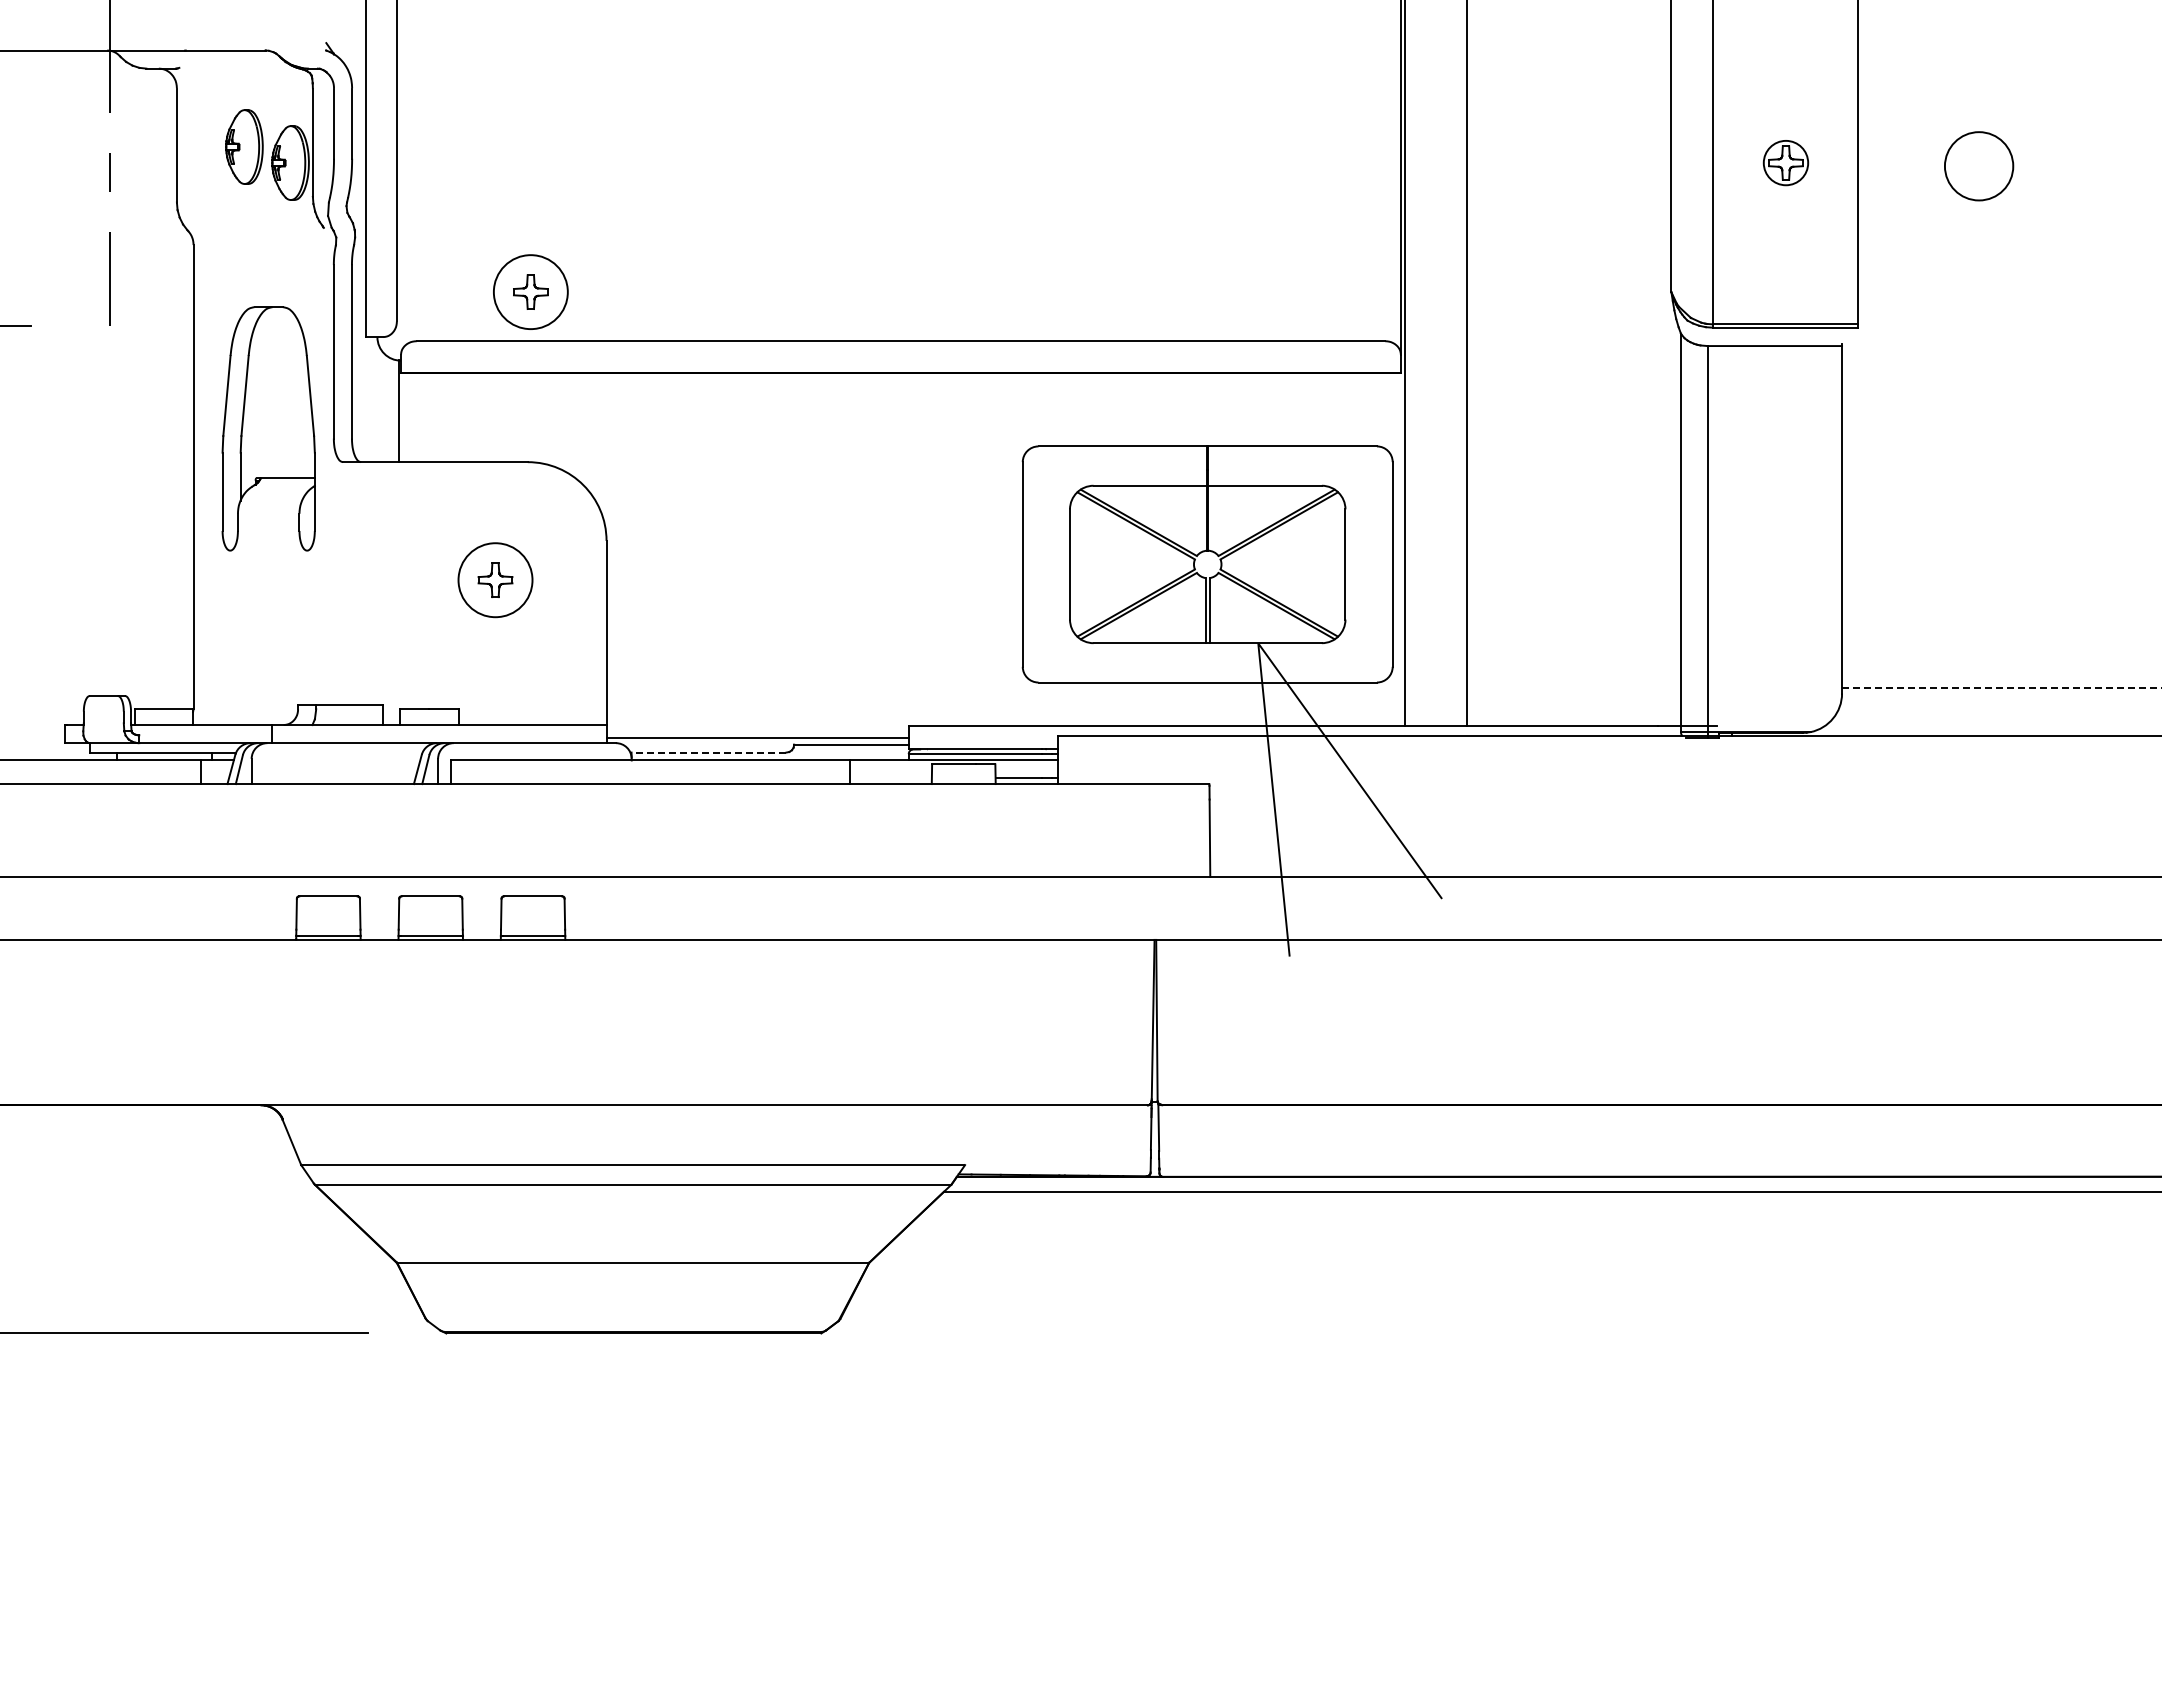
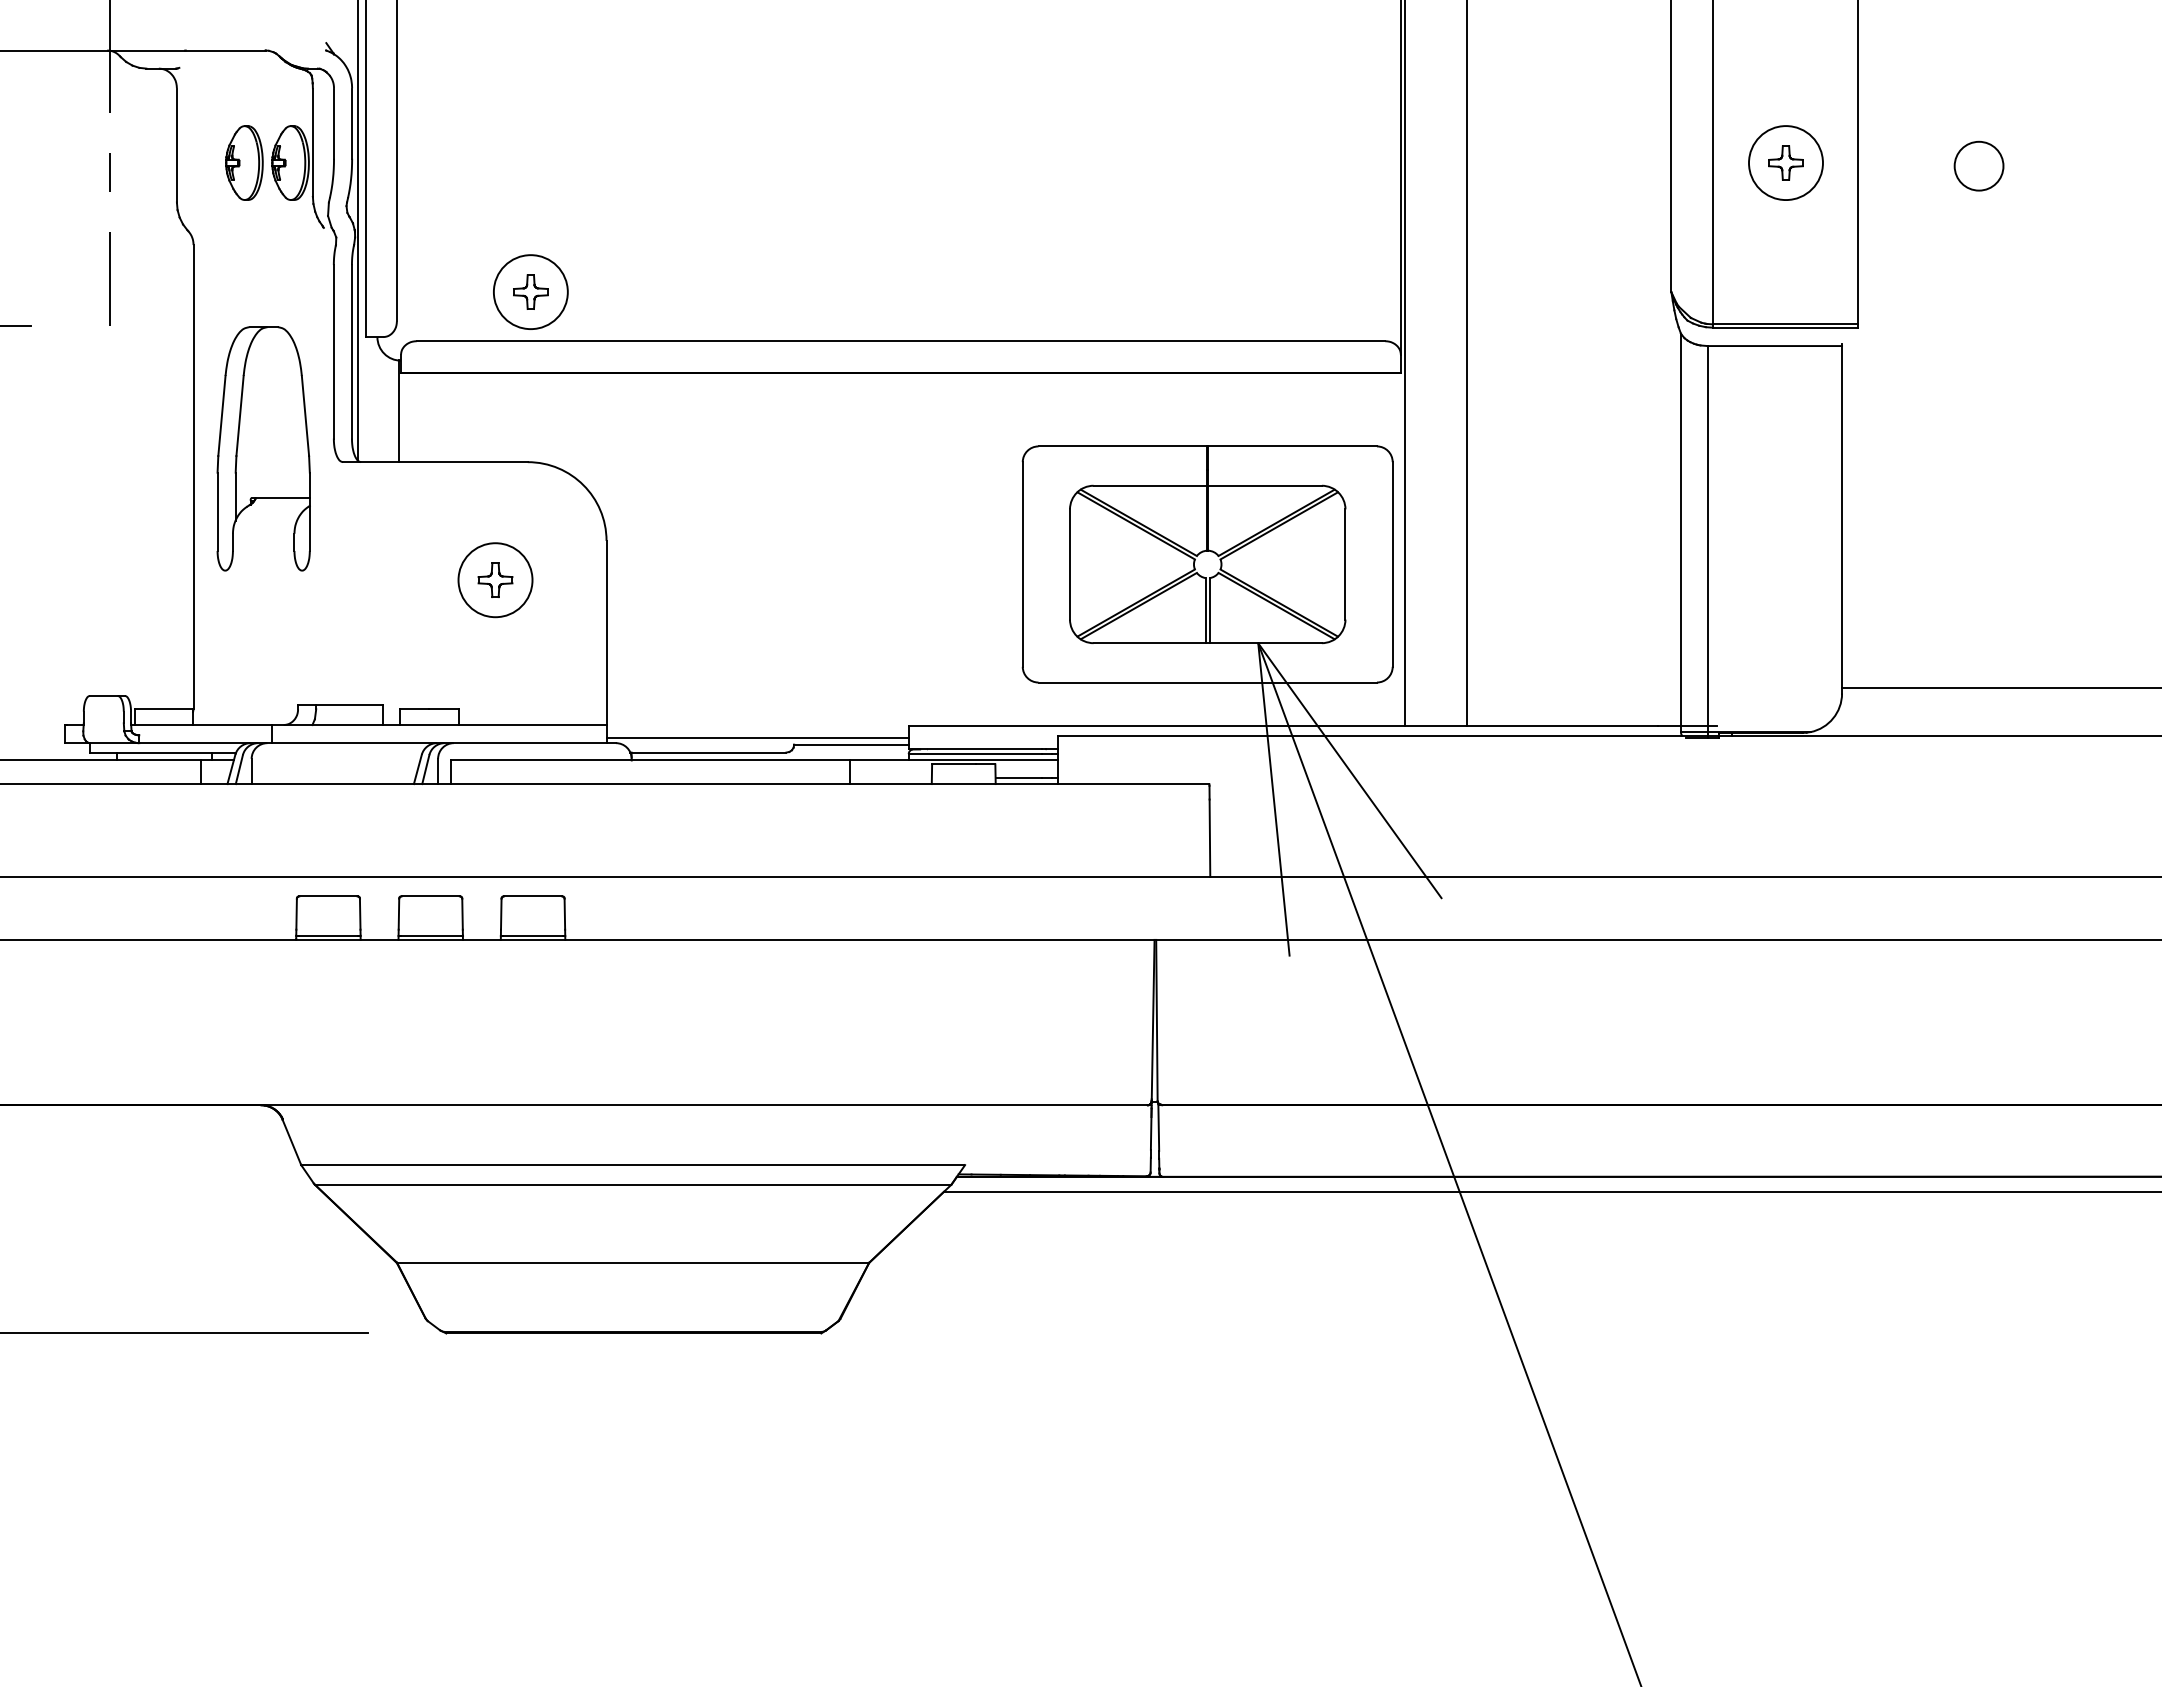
part at (244, 146) position: (244, 146) -> (244, 162)
circle at (1785, 162) diameter: 44 px -> 74 px
circle at (1979, 166) size: 71x71 px -> 52x52 px
line at (358, 231): none -> present
part at (268, 428) position: (268, 428) -> (263, 448)
line at (2002, 688): dashed -> solid
line at (708, 752): dashed -> solid
line at (1449, 1163): none -> present
